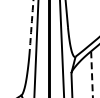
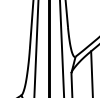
arc at (31, 25): dashed -> solid
line at (92, 74): dashed -> solid
